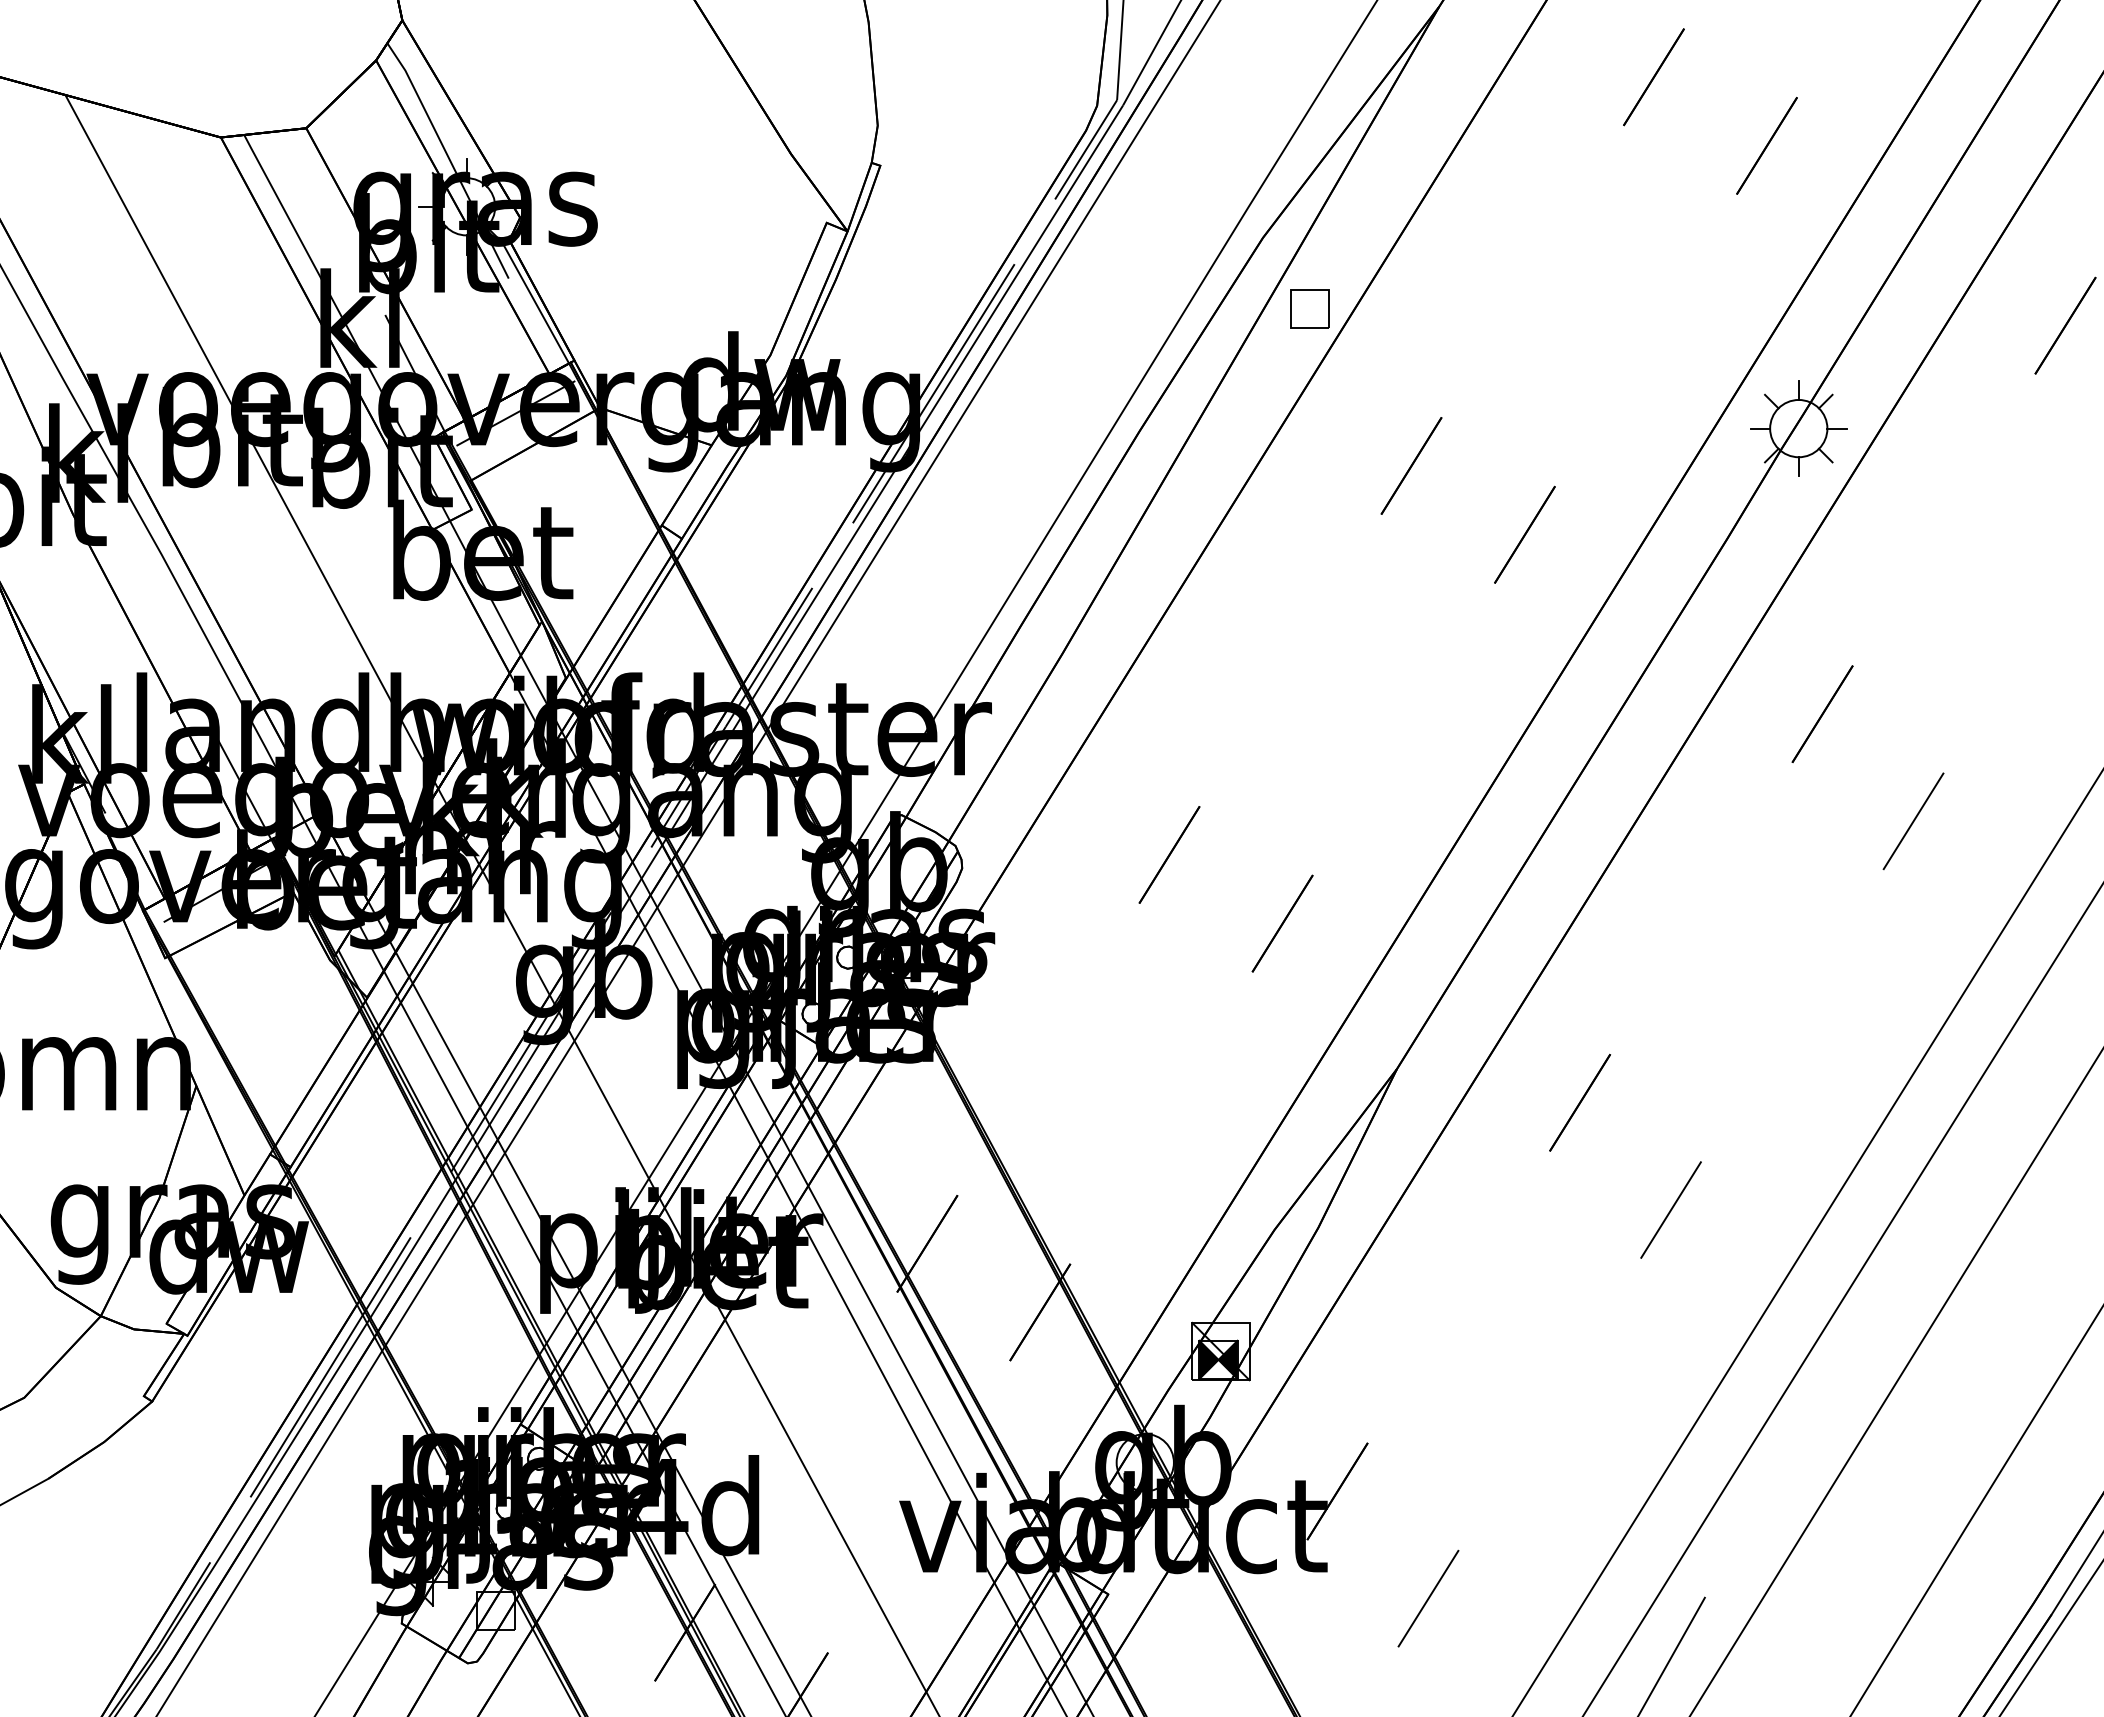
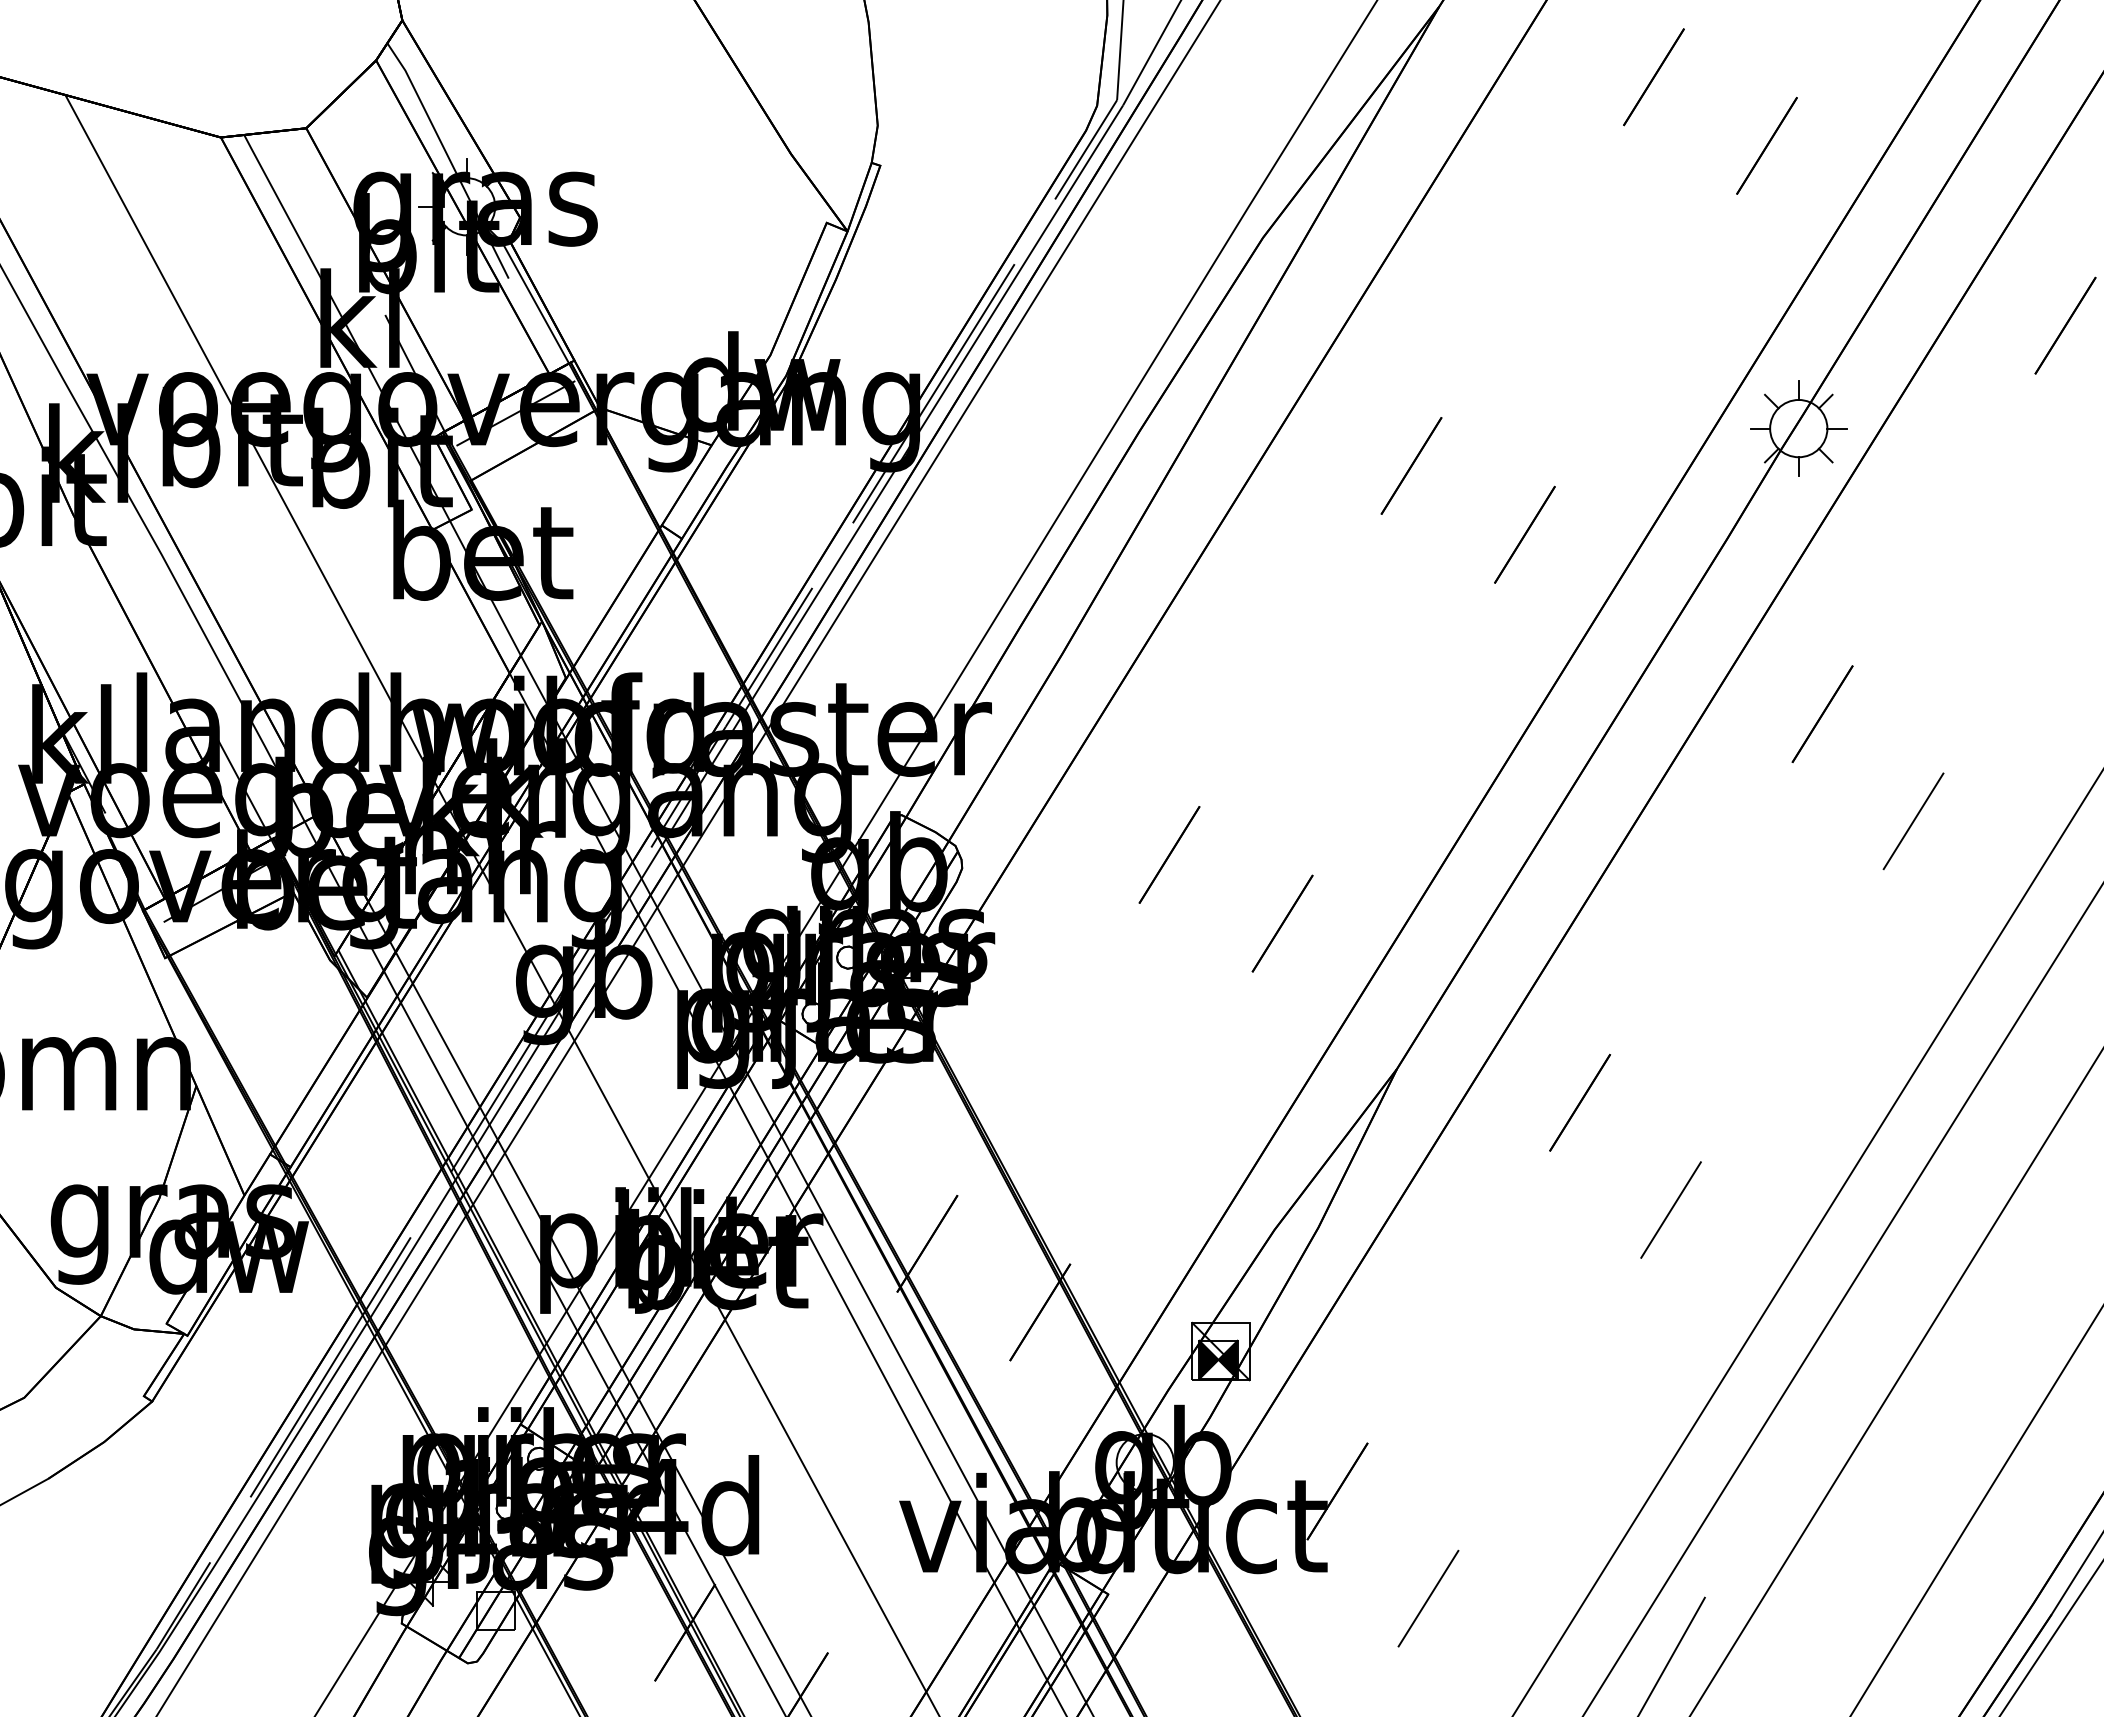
part at (1309, 308): present -> none
